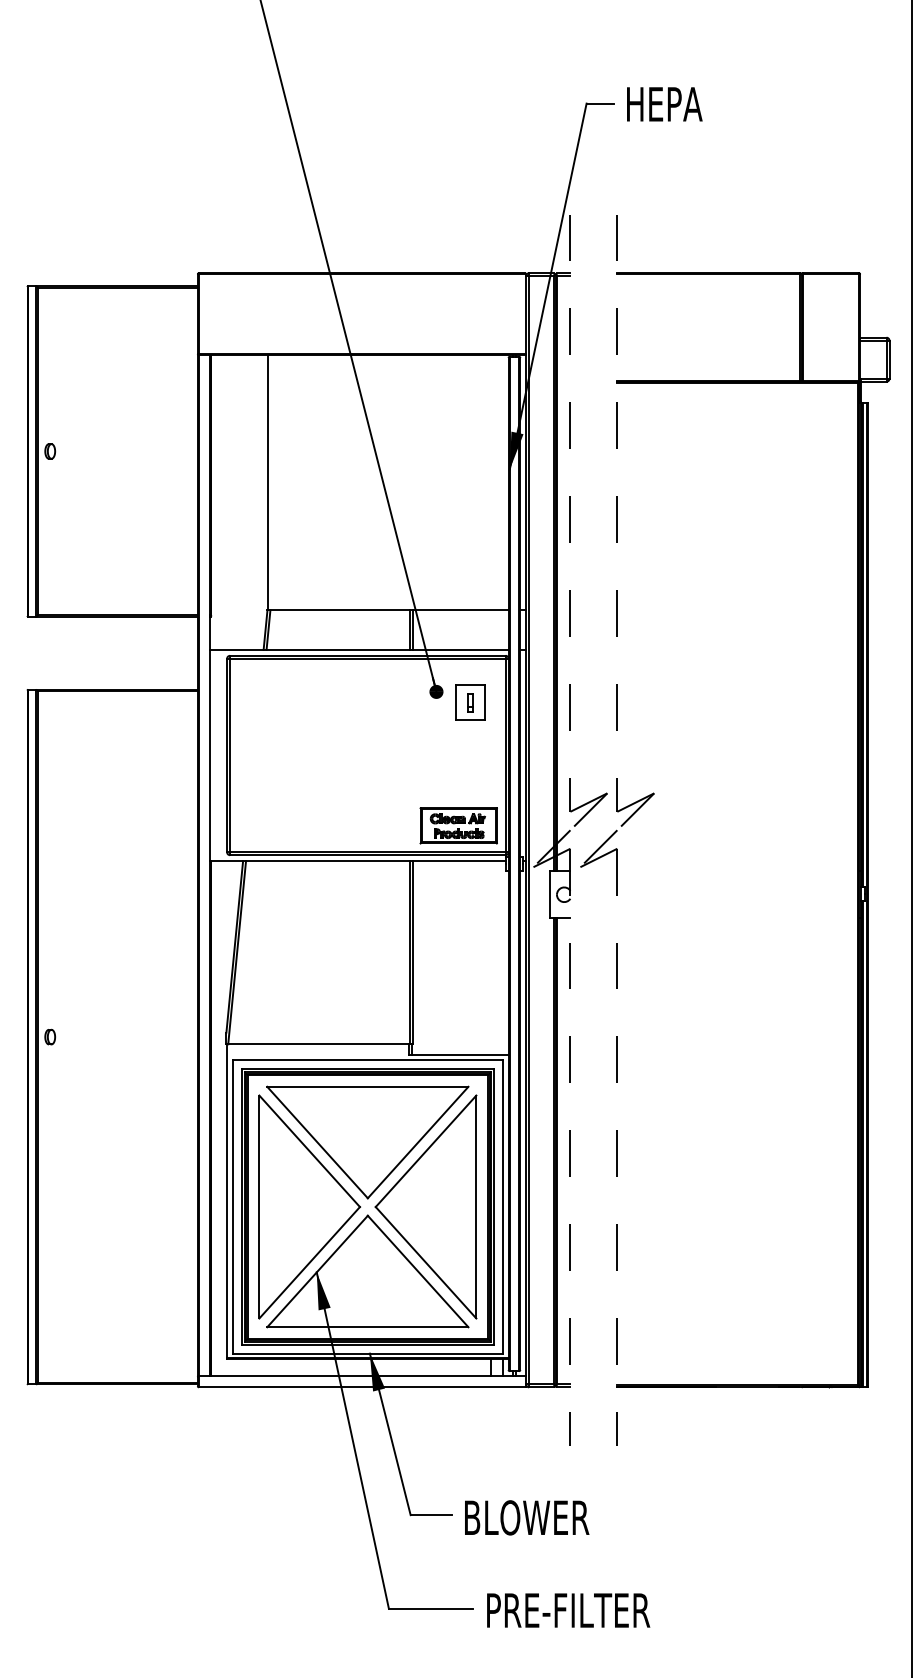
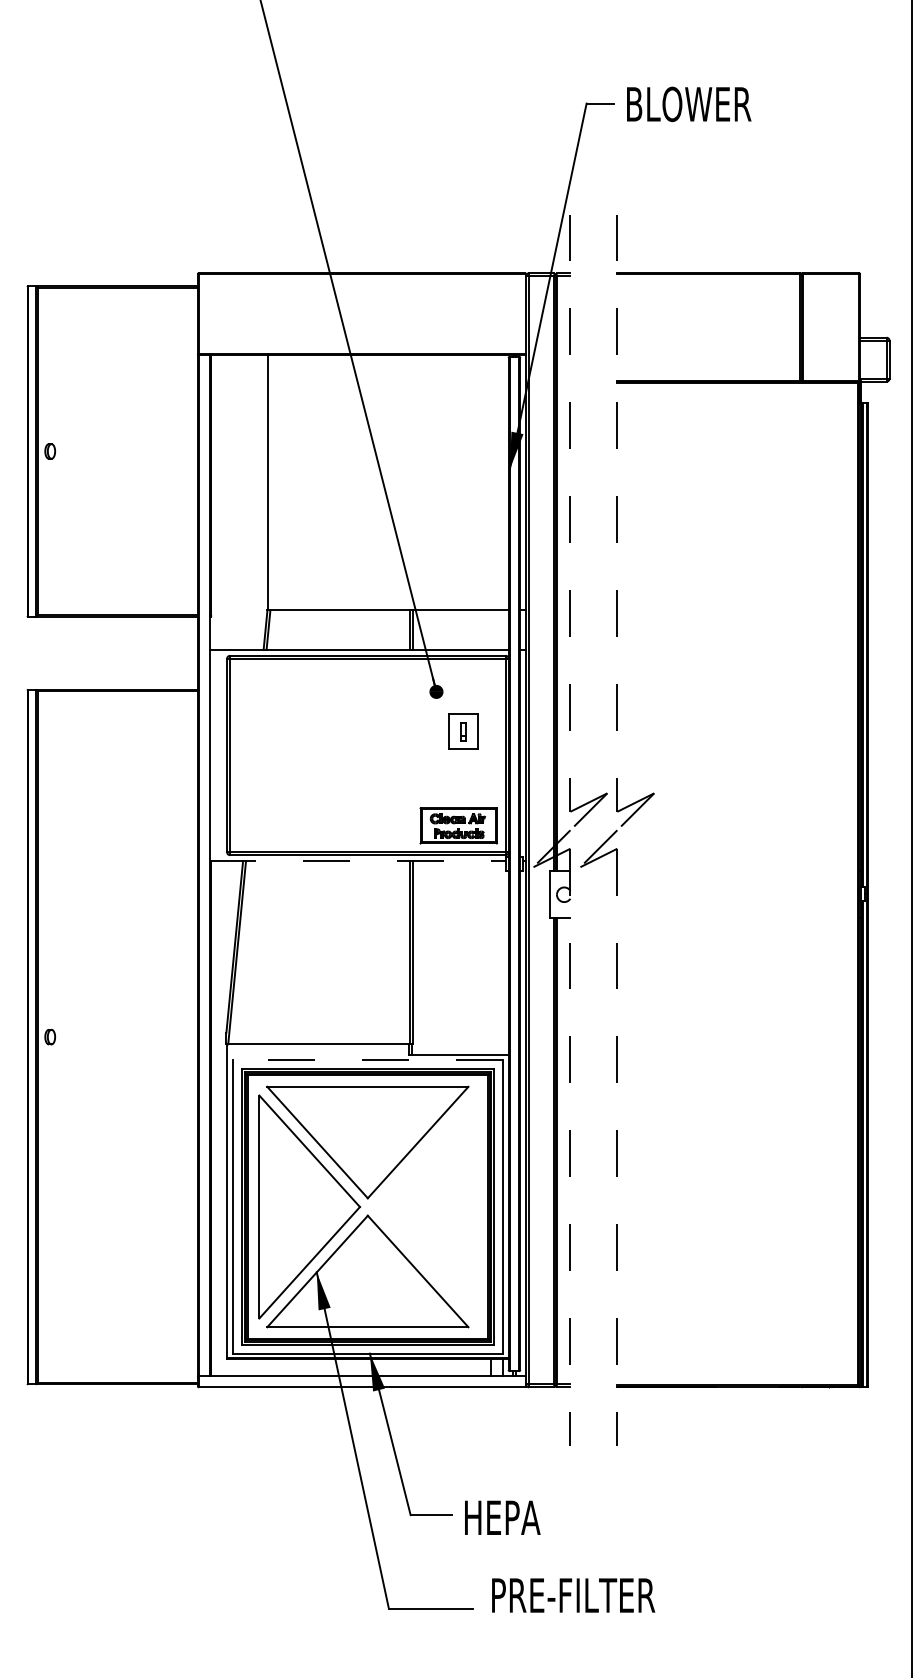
text at (690, 104): HEPA -> BLOWER
part at (470, 702) position: (470, 702) -> (463, 731)
line at (358, 861): solid -> dashed
line at (367, 1060): solid -> dashed
part at (425, 1206): present -> none
text at (528, 1517): BLOWER -> HEPA
text at (568, 1610) position: (568, 1610) -> (573, 1595)
